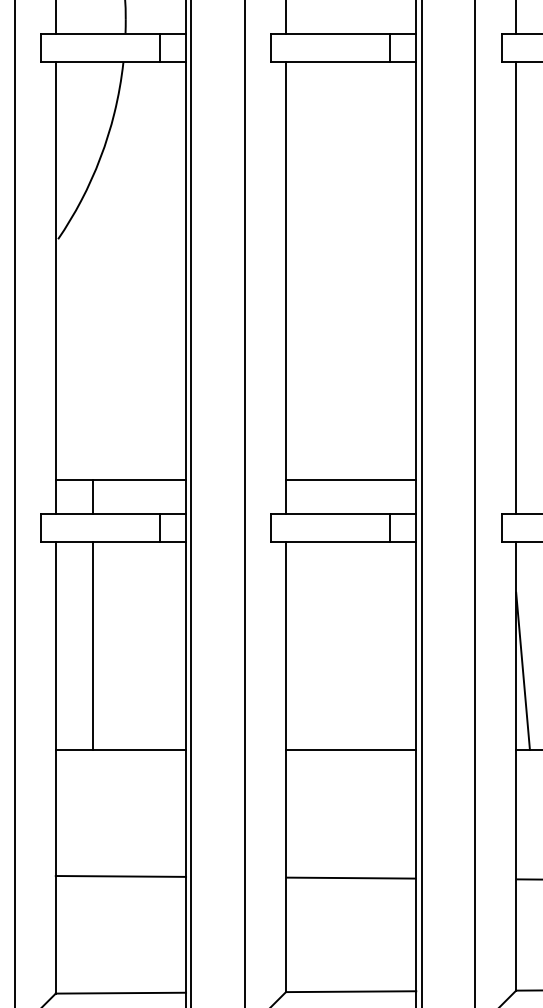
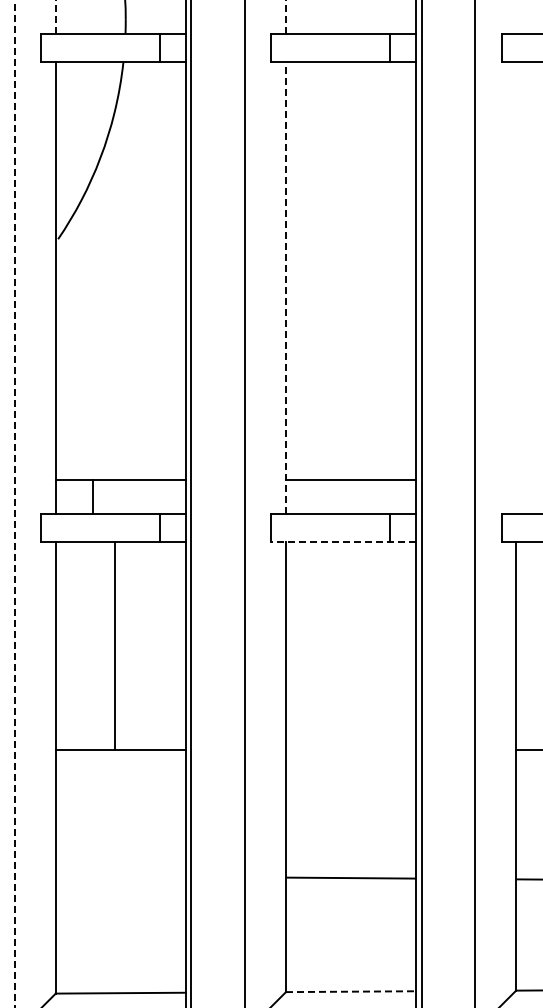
line at (55, 16): solid -> dashed
line at (285, 16): solid -> dashed
line at (516, 17): present -> none
line at (285, 287): solid -> dashed
line at (516, 287): present -> none
line at (14, 503): solid -> dashed
line at (343, 542): solid -> dashed
line at (92, 645) position: (92, 645) -> (114, 645)
line at (522, 670): present -> none
line at (350, 749): present -> none
line at (120, 876): present -> none
line at (351, 991): solid -> dashed
